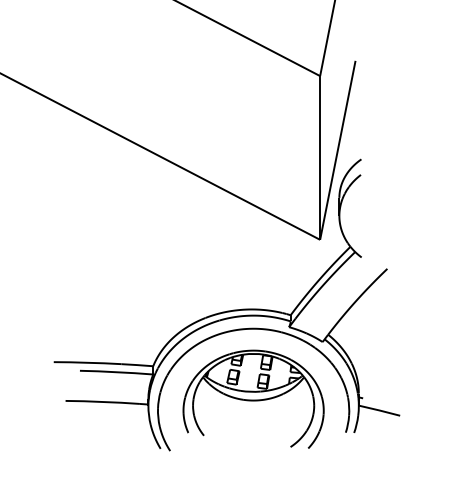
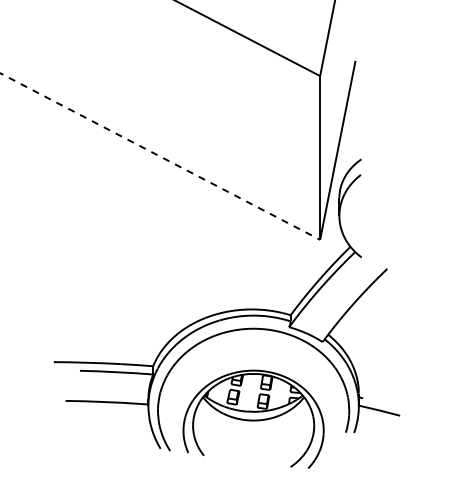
line at (160, 156): solid -> dashed
part at (253, 398) position: (253, 398) -> (253, 418)
